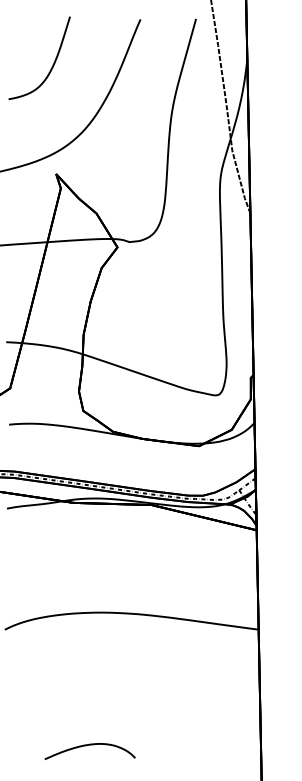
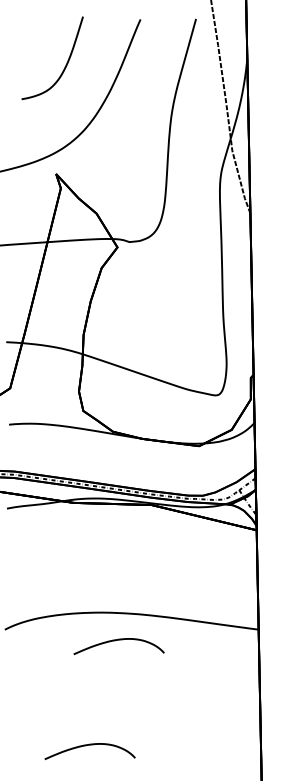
curve at (52, 64) position: (52, 64) -> (65, 64)
curve at (115, 641): none -> present
